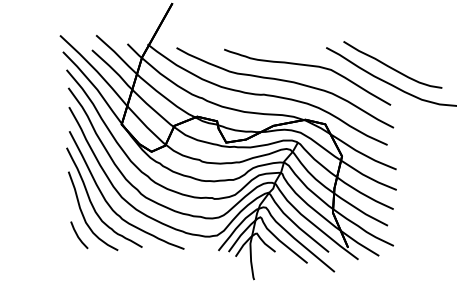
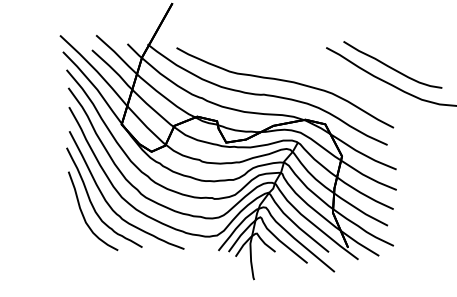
curve at (307, 66): present -> none
line at (78, 235): present -> none
